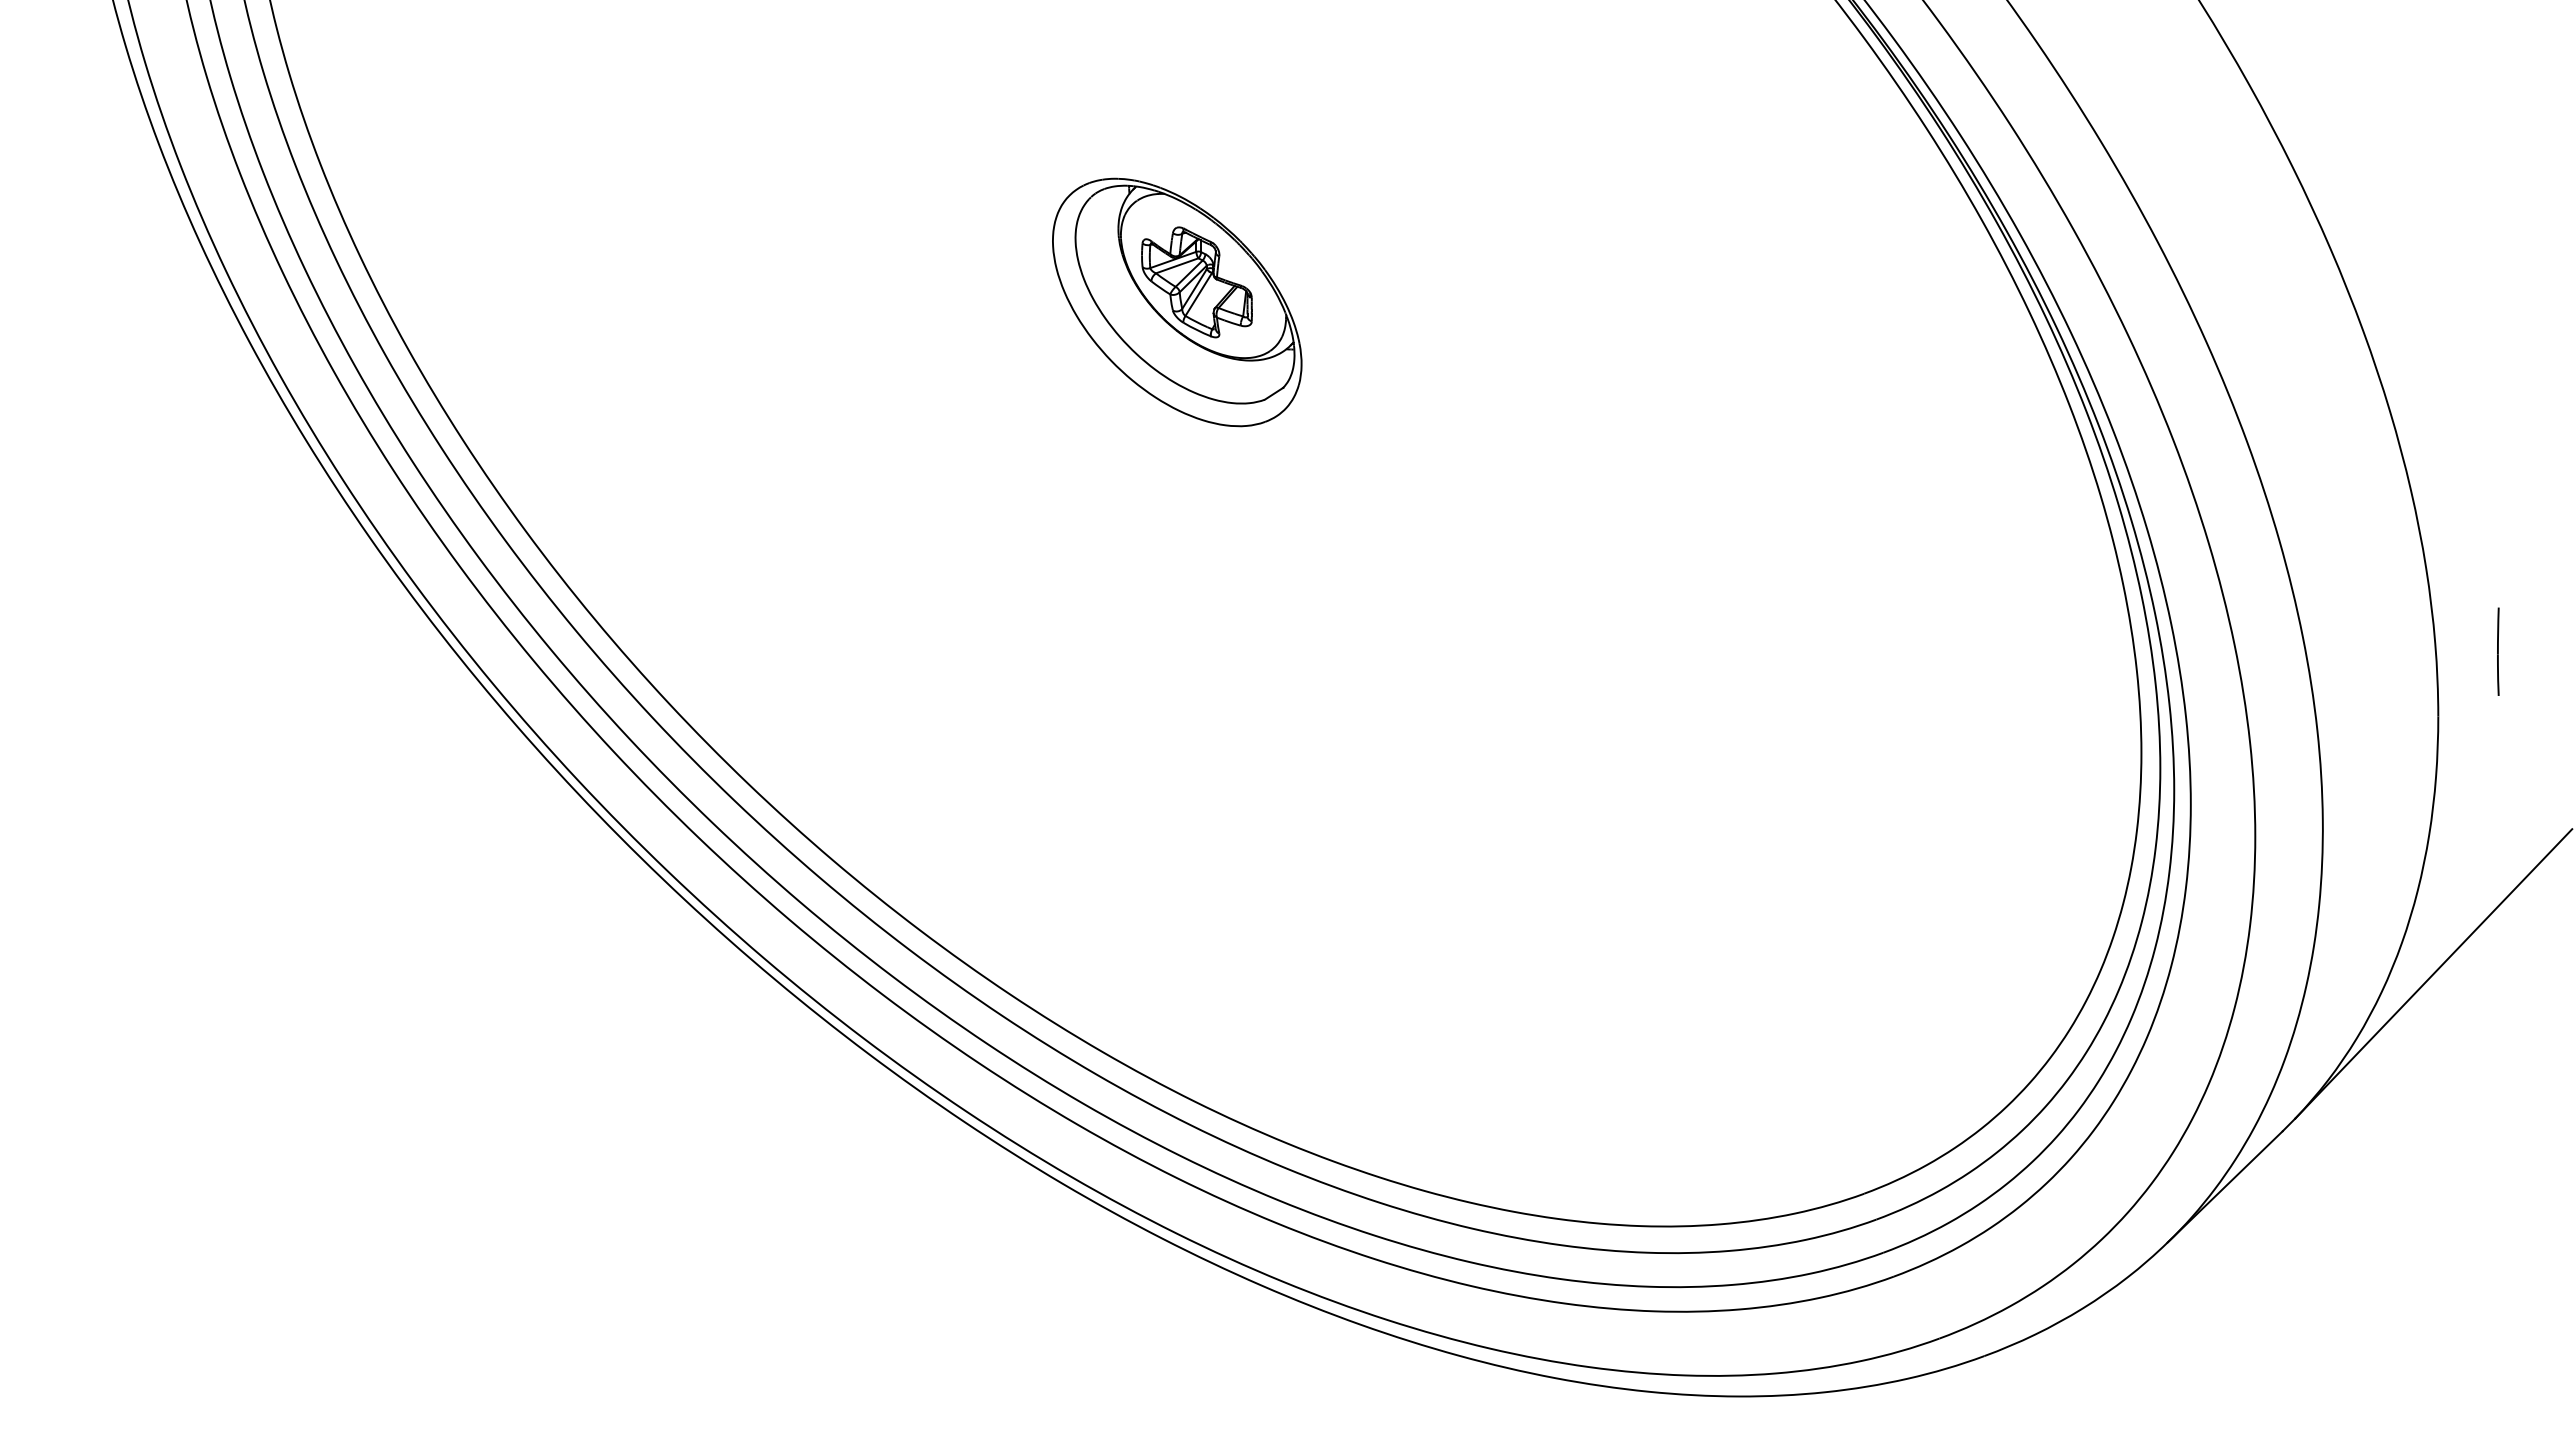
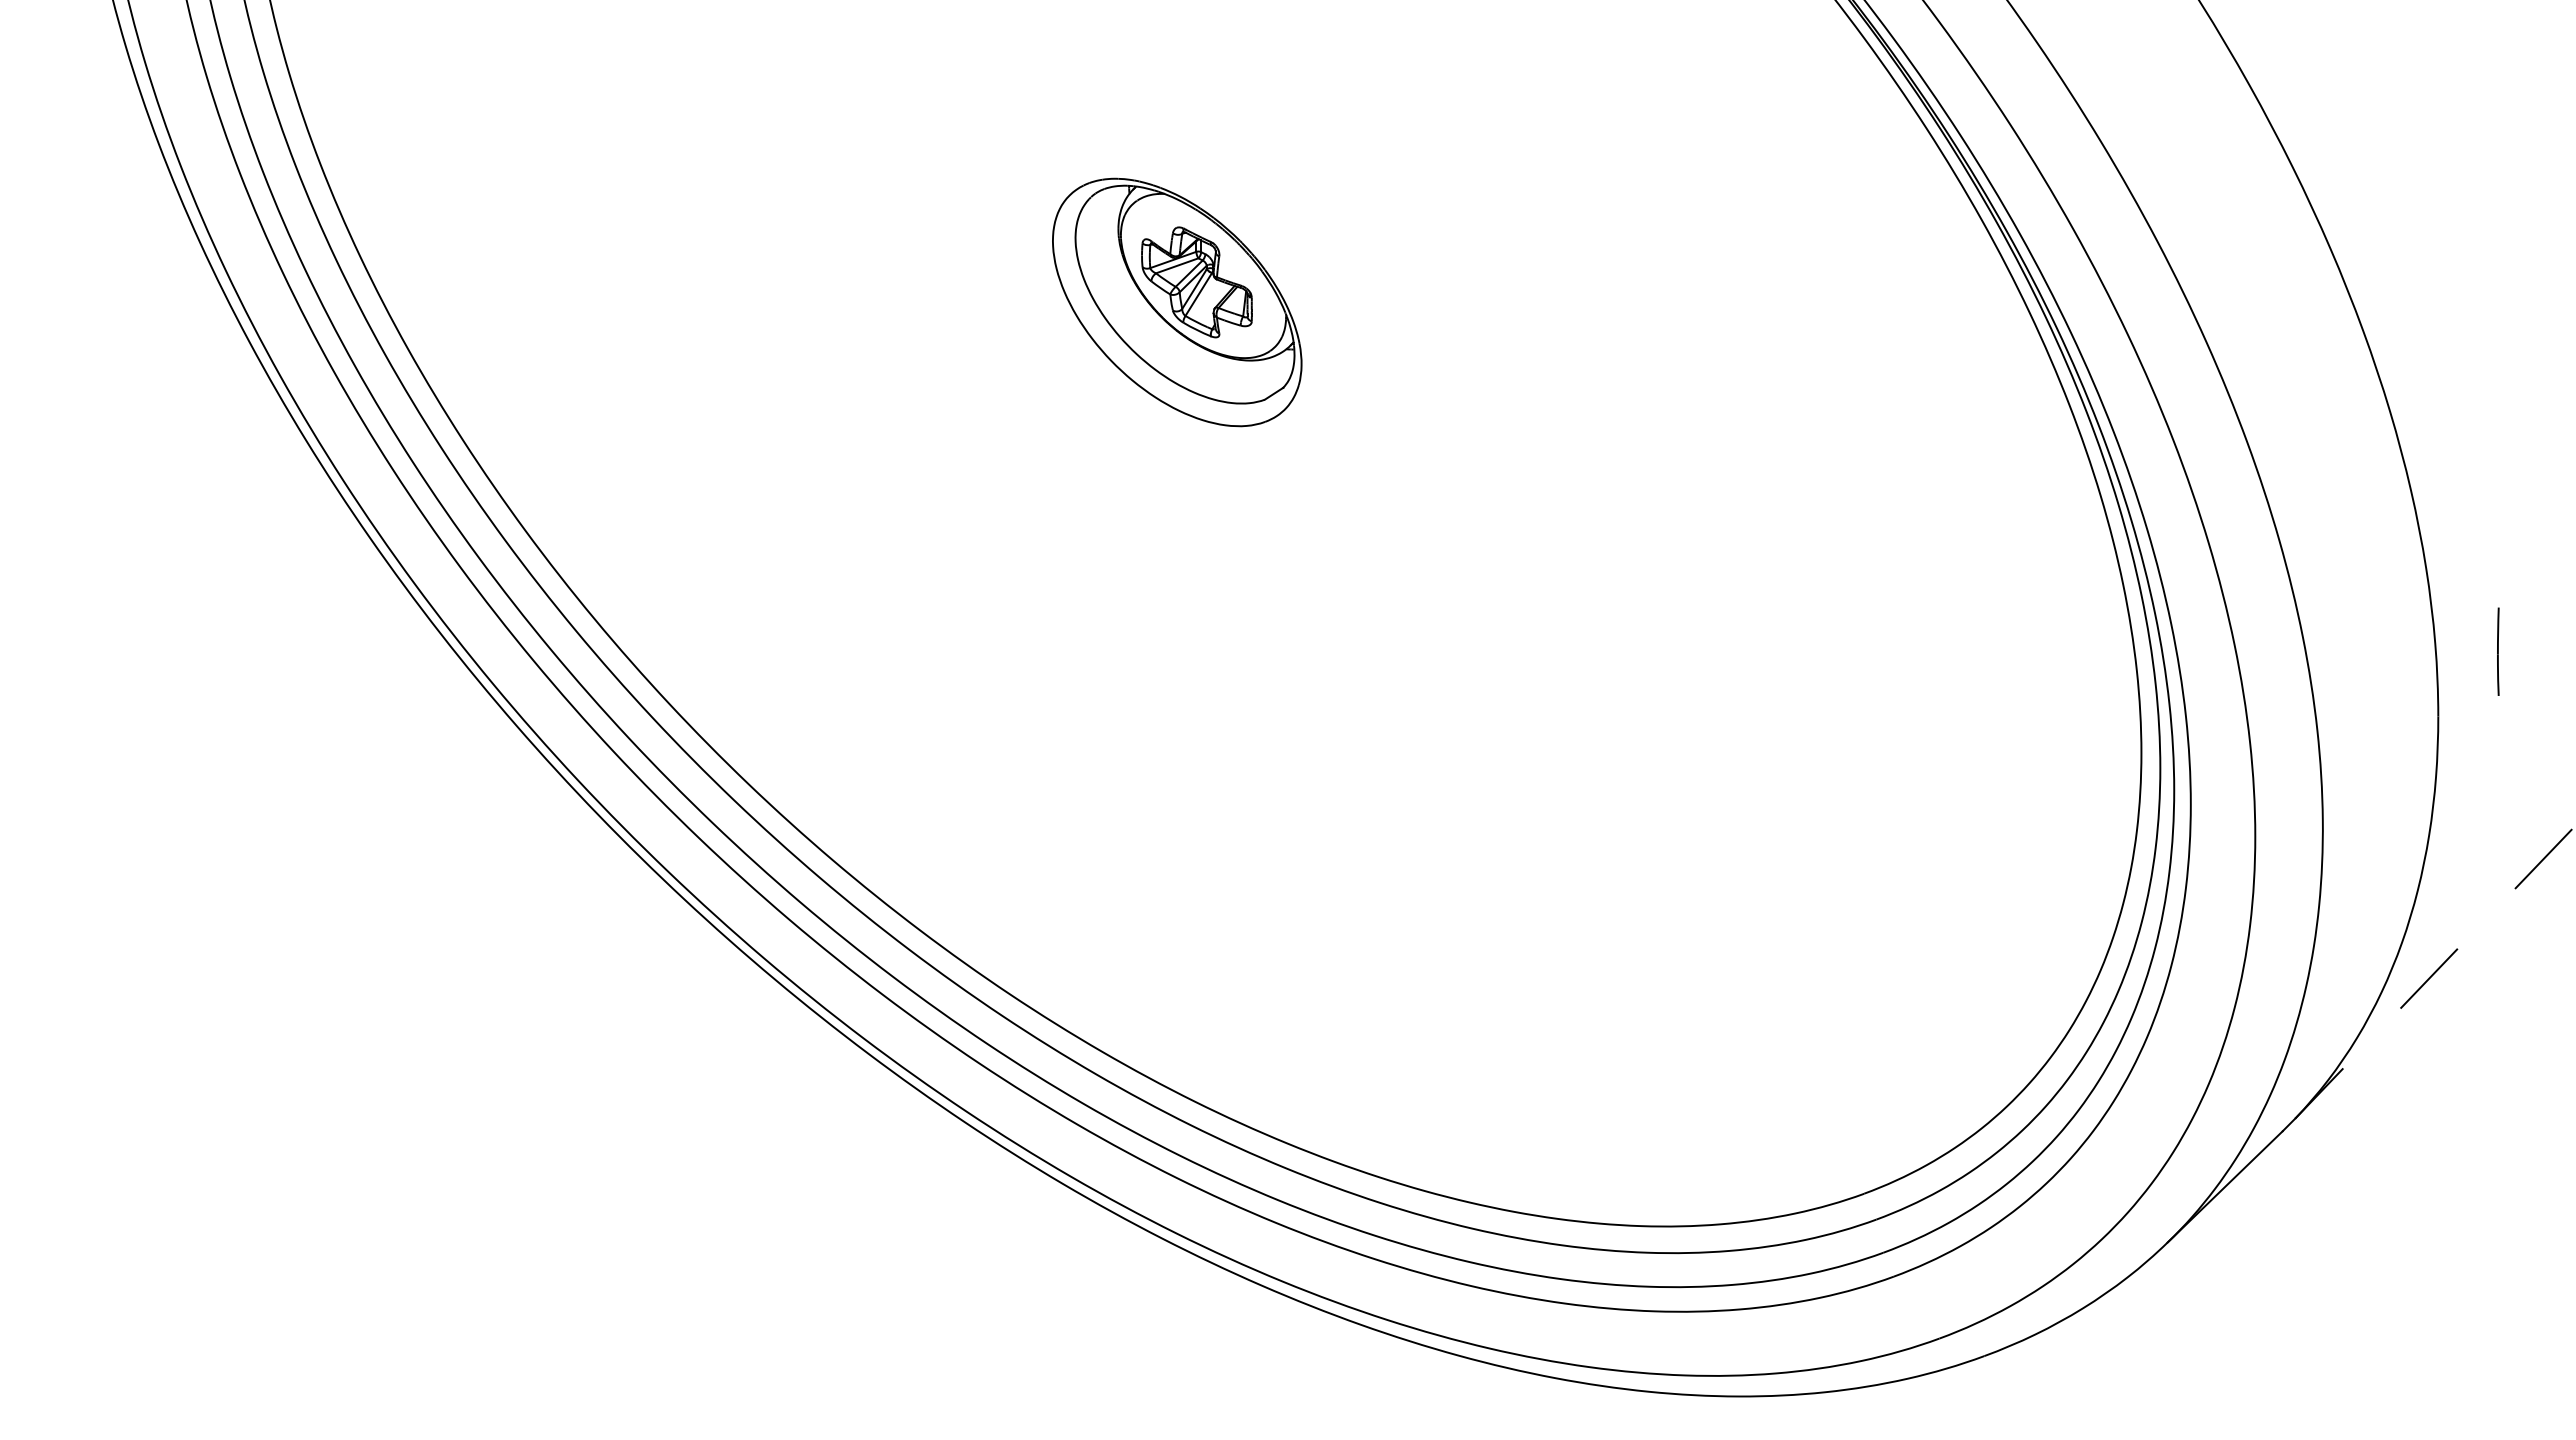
line at (2433, 974): solid -> dashed
